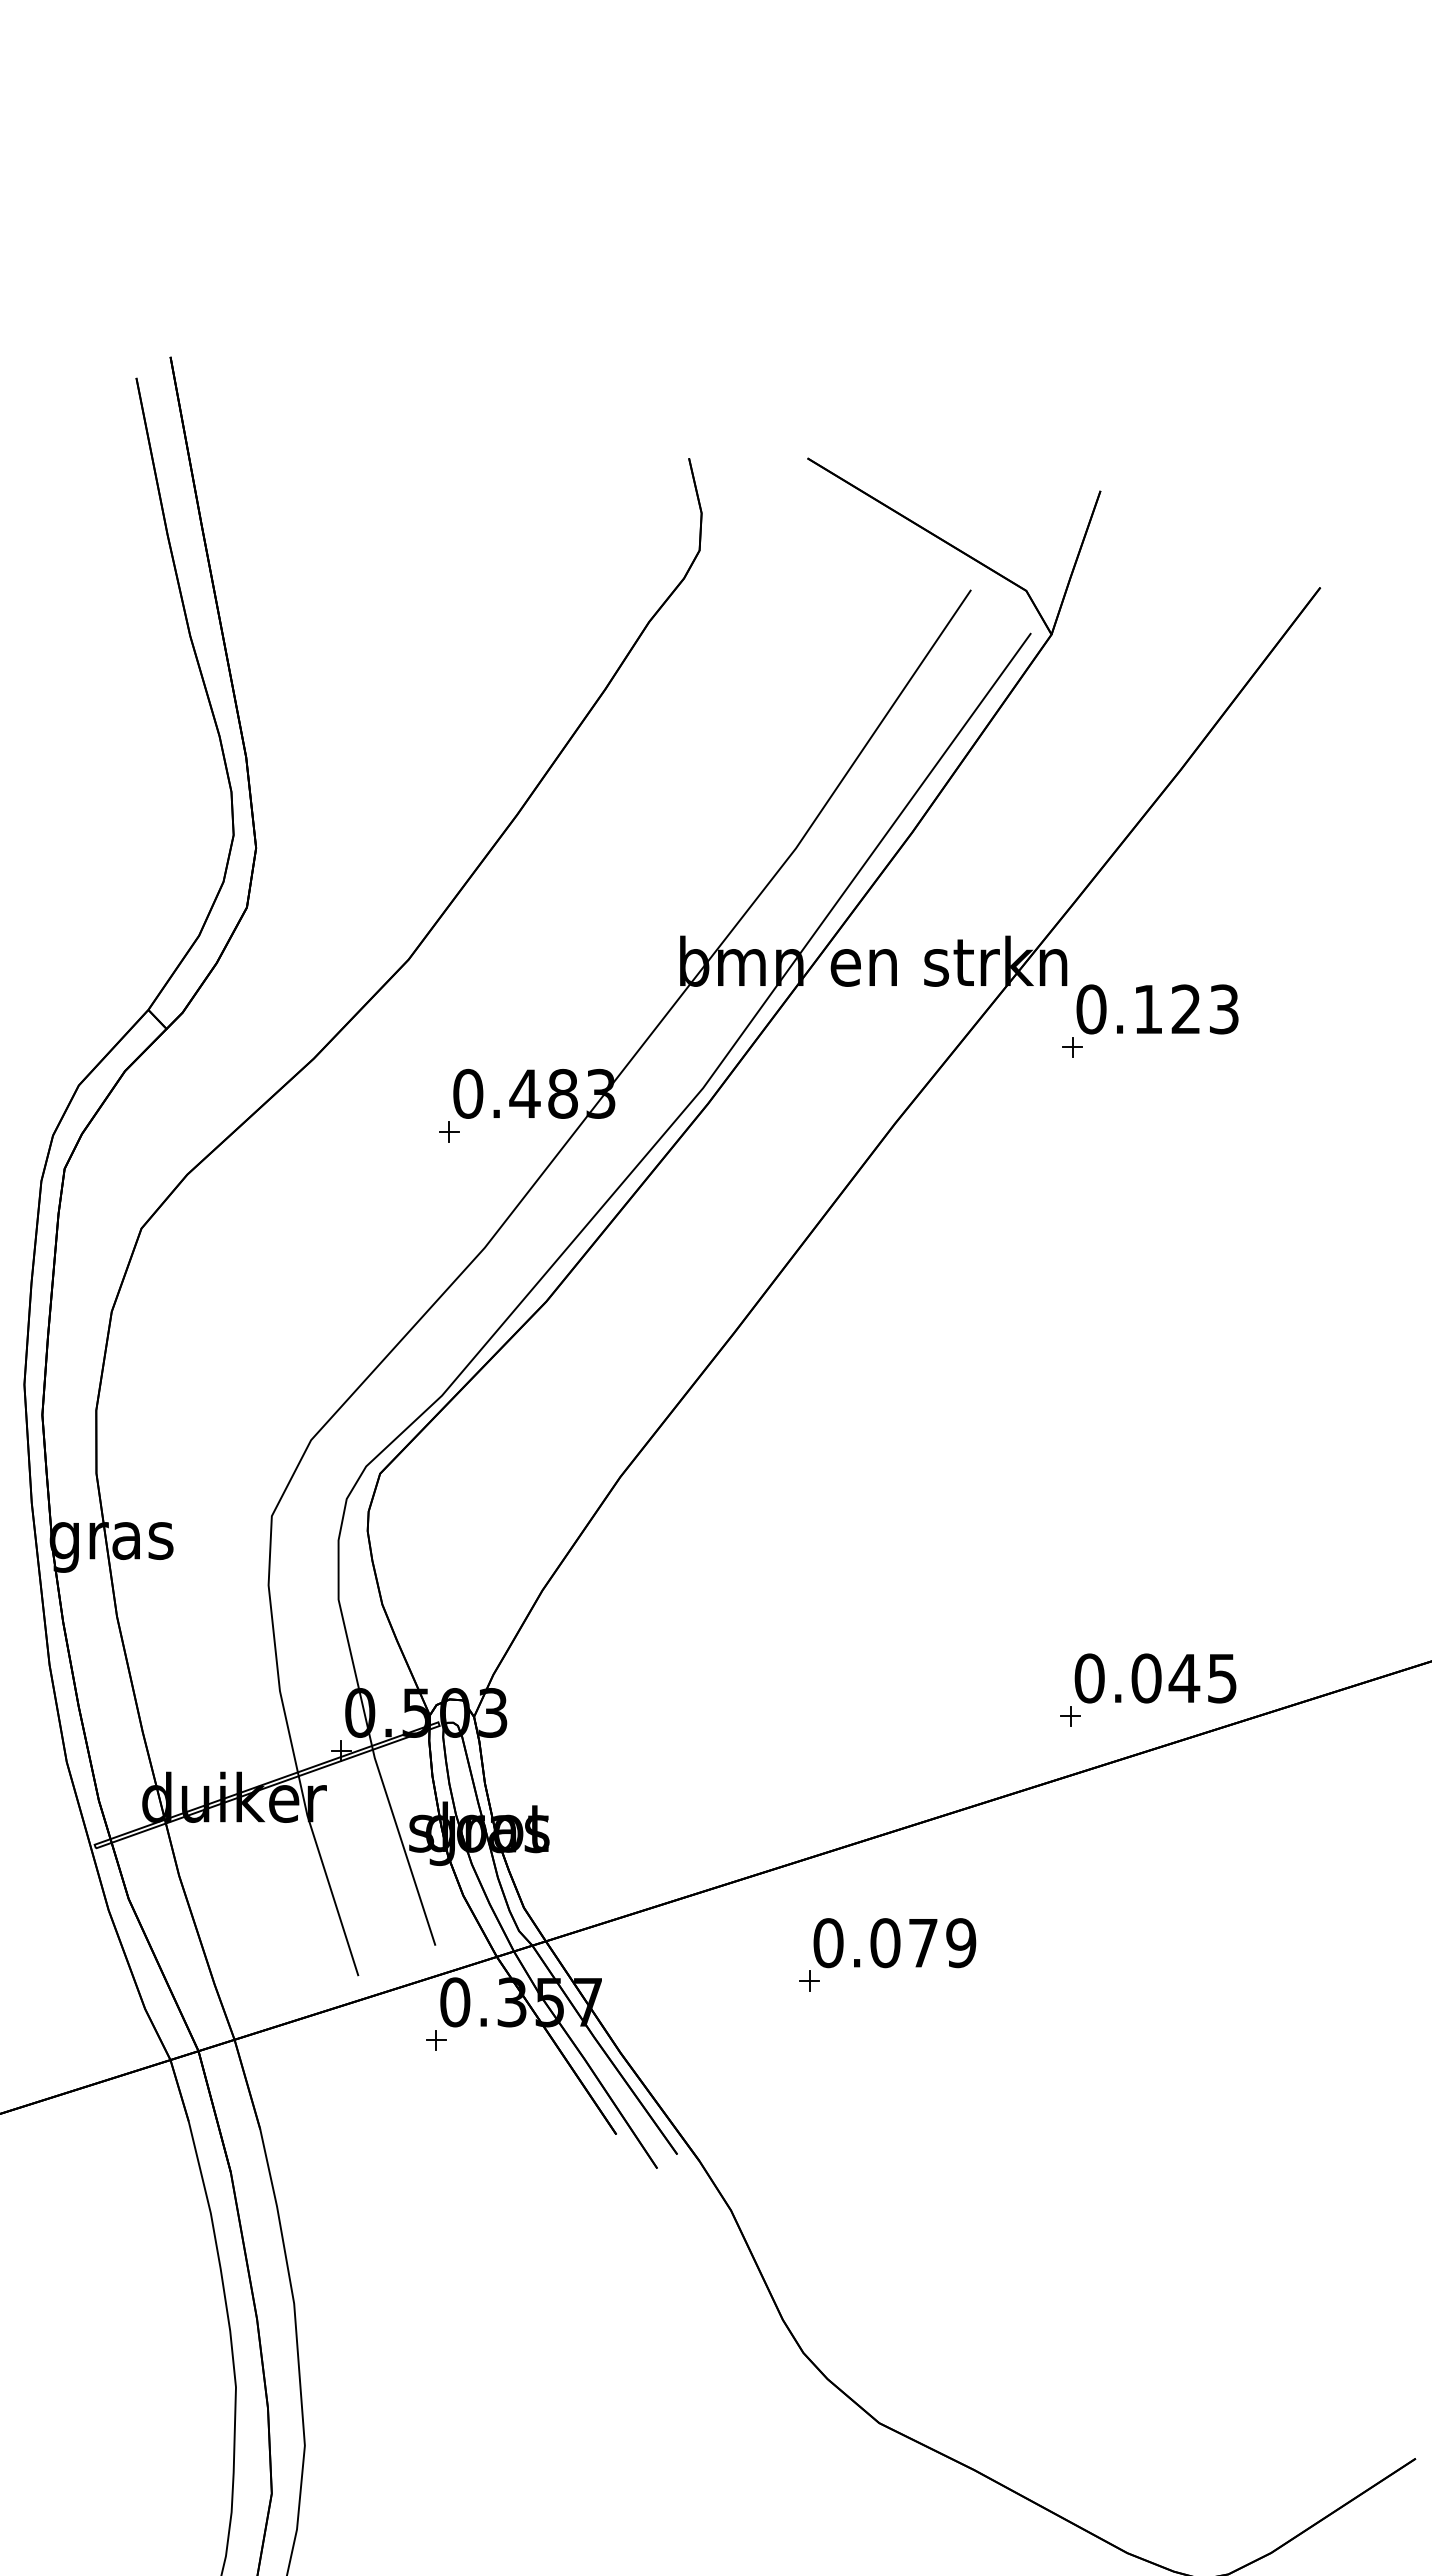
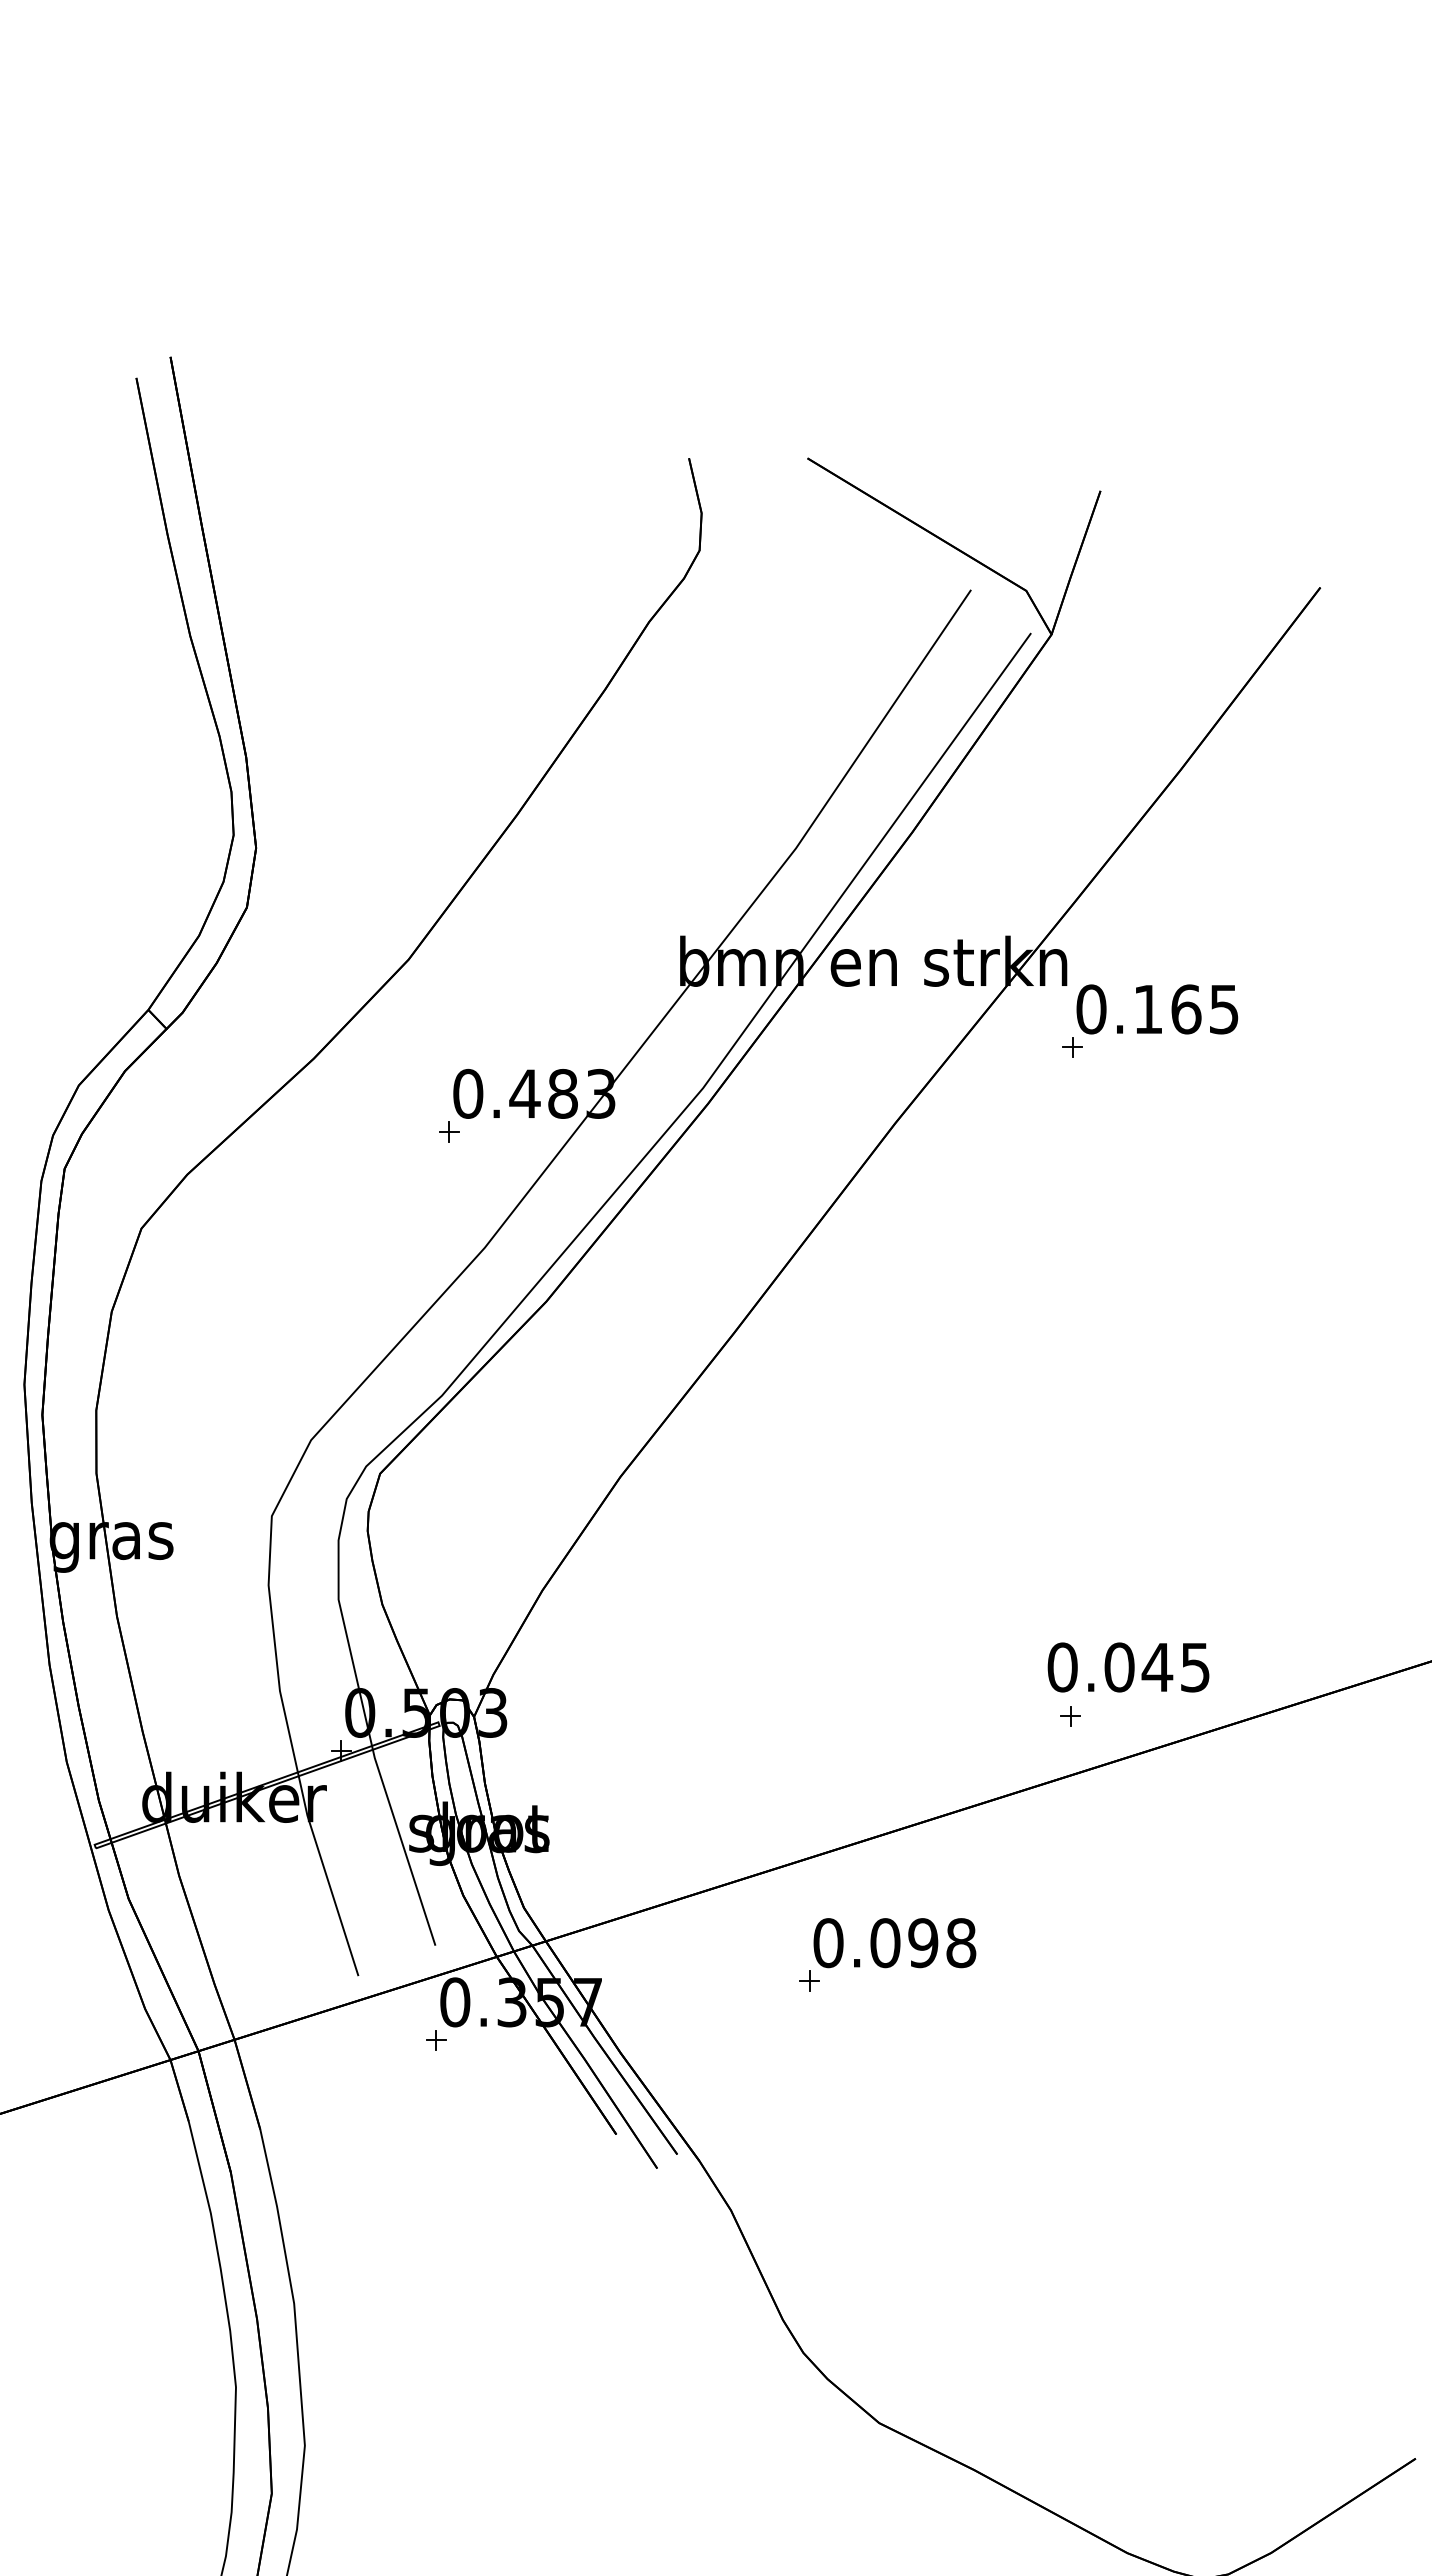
text at (1204, 1009): 0.123 -> 0.165
text at (1155, 1678) position: (1155, 1678) -> (1128, 1667)
text at (942, 1943): 0.079 -> 0.098
